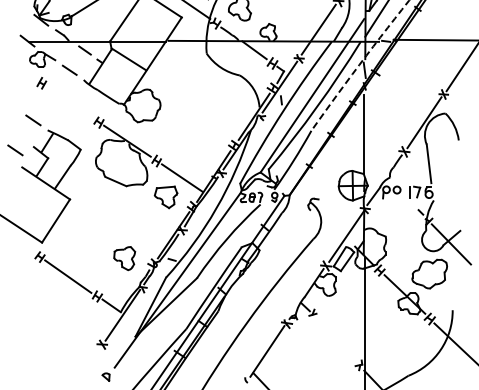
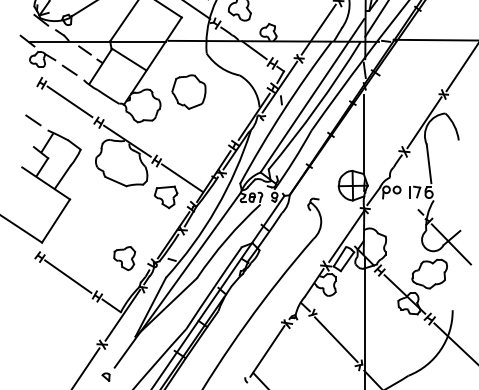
arc at (359, 64): dashed -> solid
part at (188, 91): none -> present
line at (69, 101): none -> present
line at (15, 150): present -> none
line at (335, 339): none -> present
line at (86, 367): none -> present
